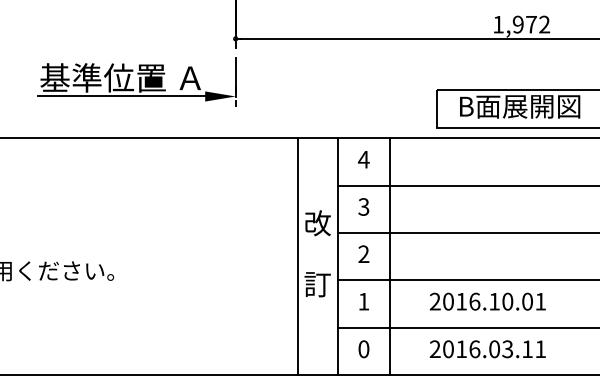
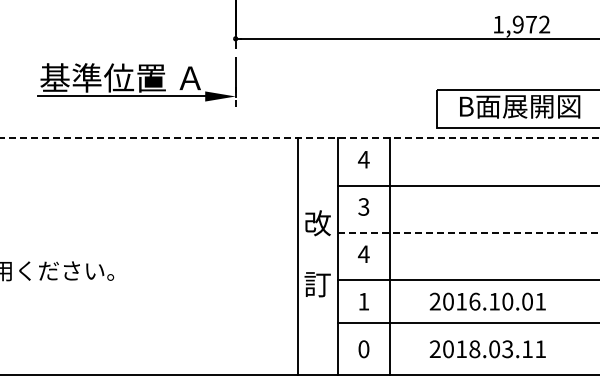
line at (300, 138): solid -> dashed
line at (468, 232): solid -> dashed
text at (363, 253): 2 -> 4
line at (466, 327) position: (466, 327) -> (466, 322)
text at (474, 349): 2016.03.11 -> 2018.03.11
